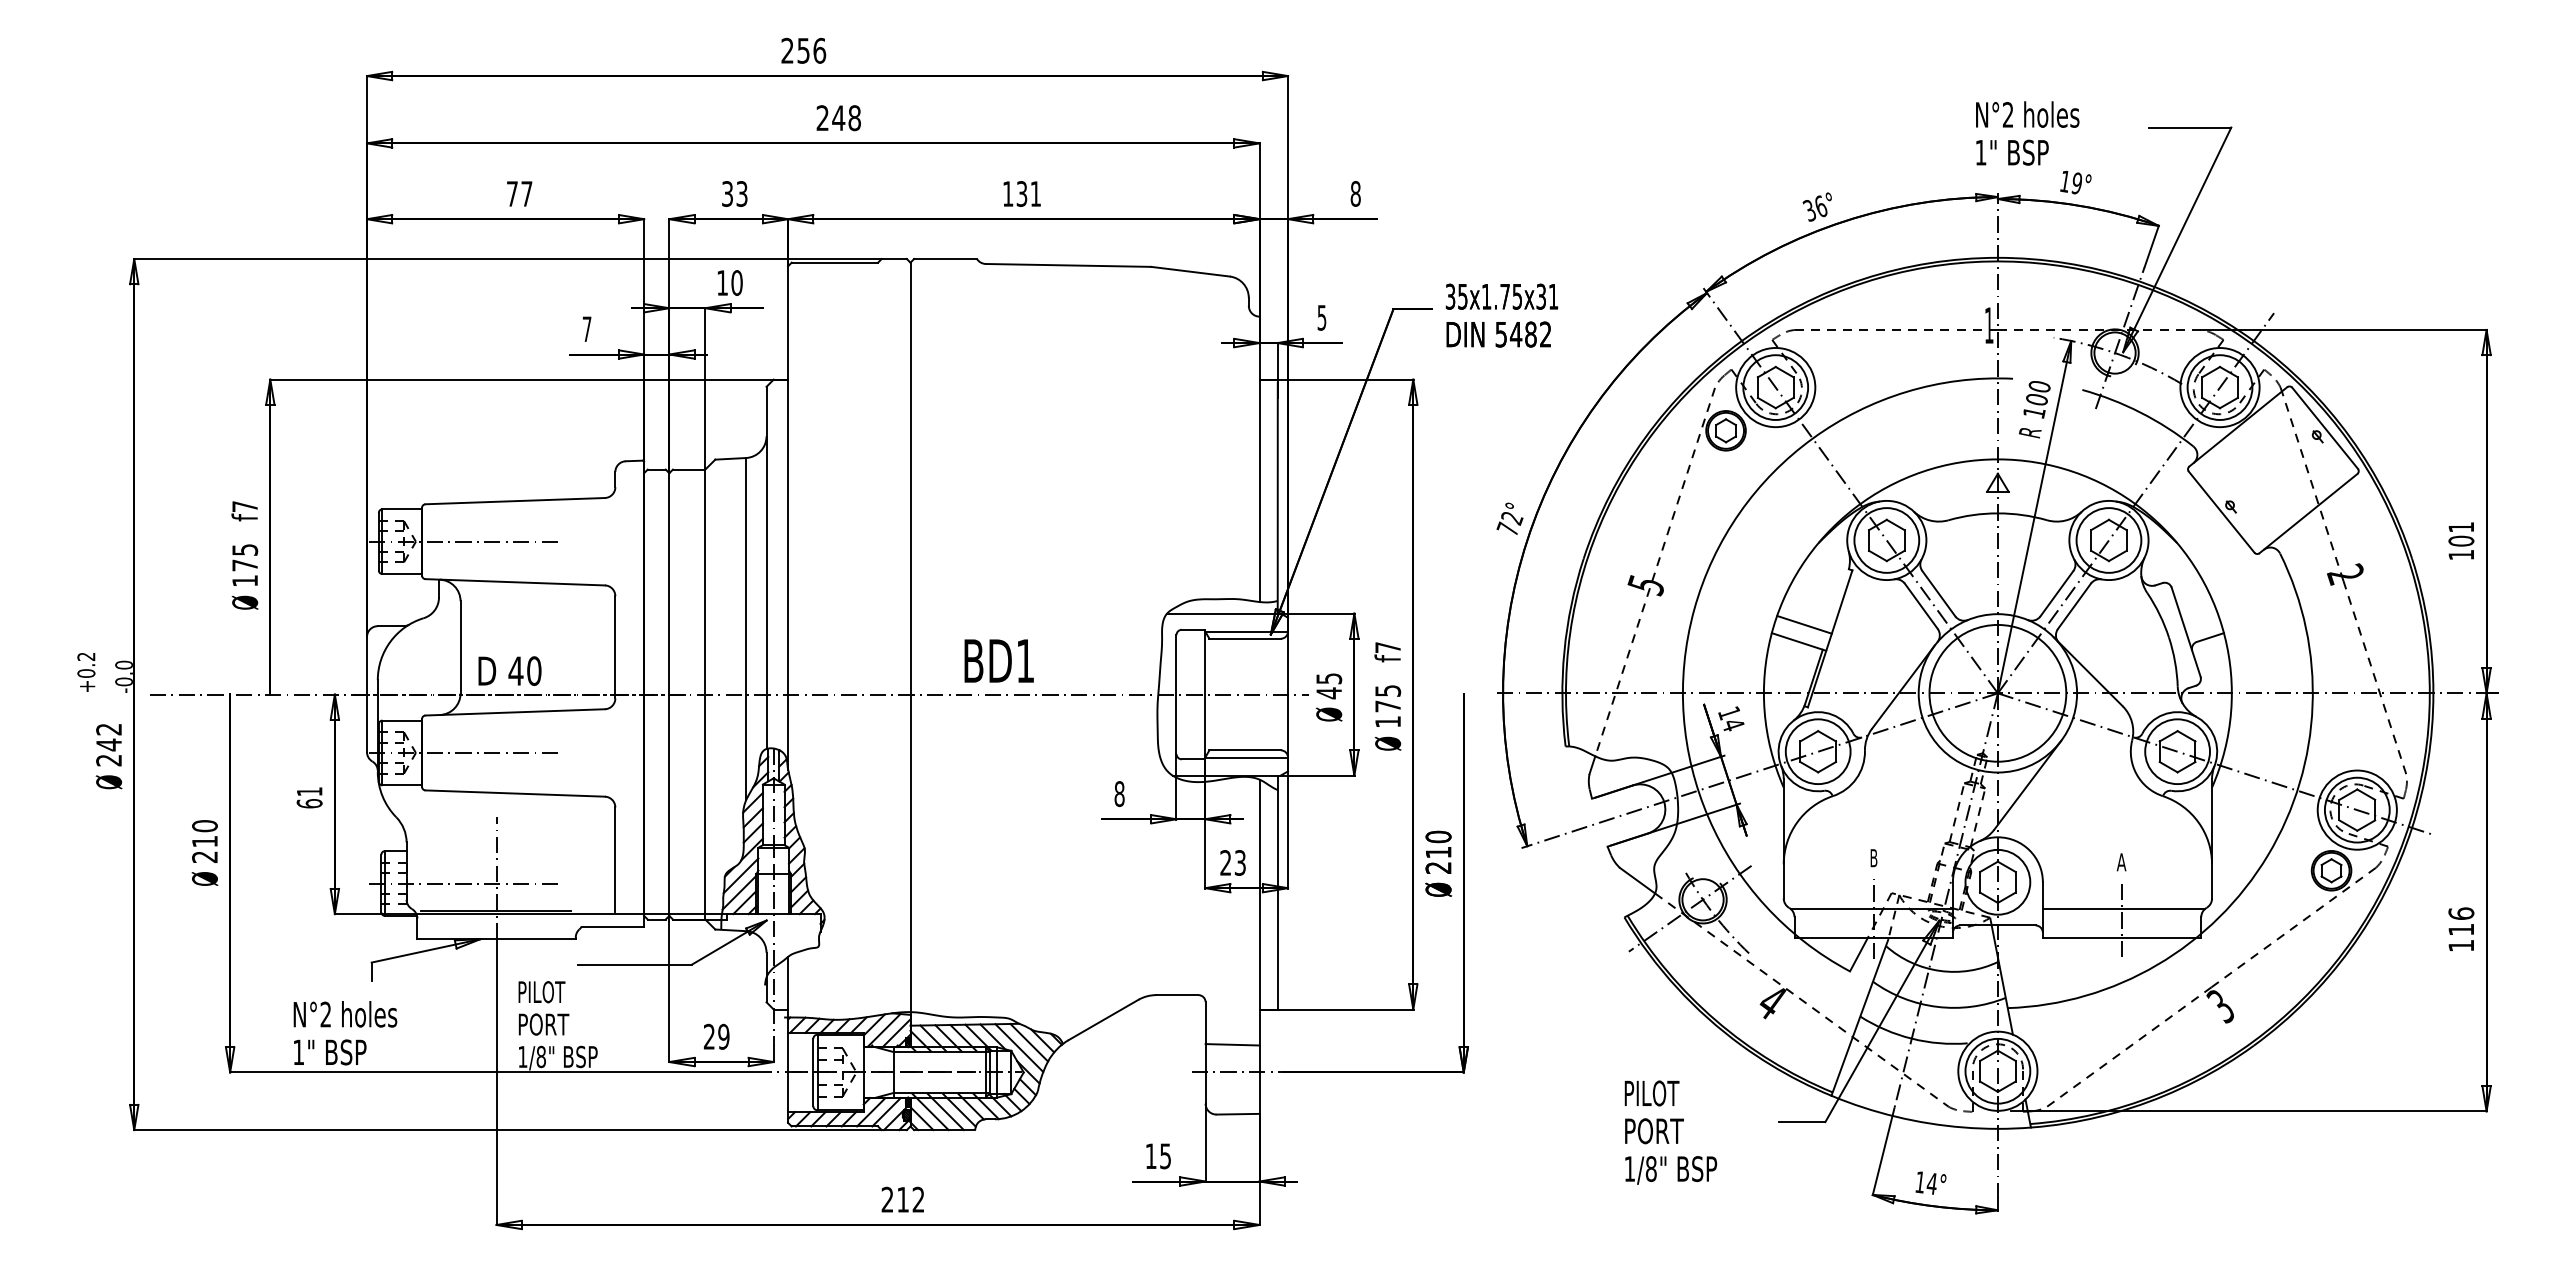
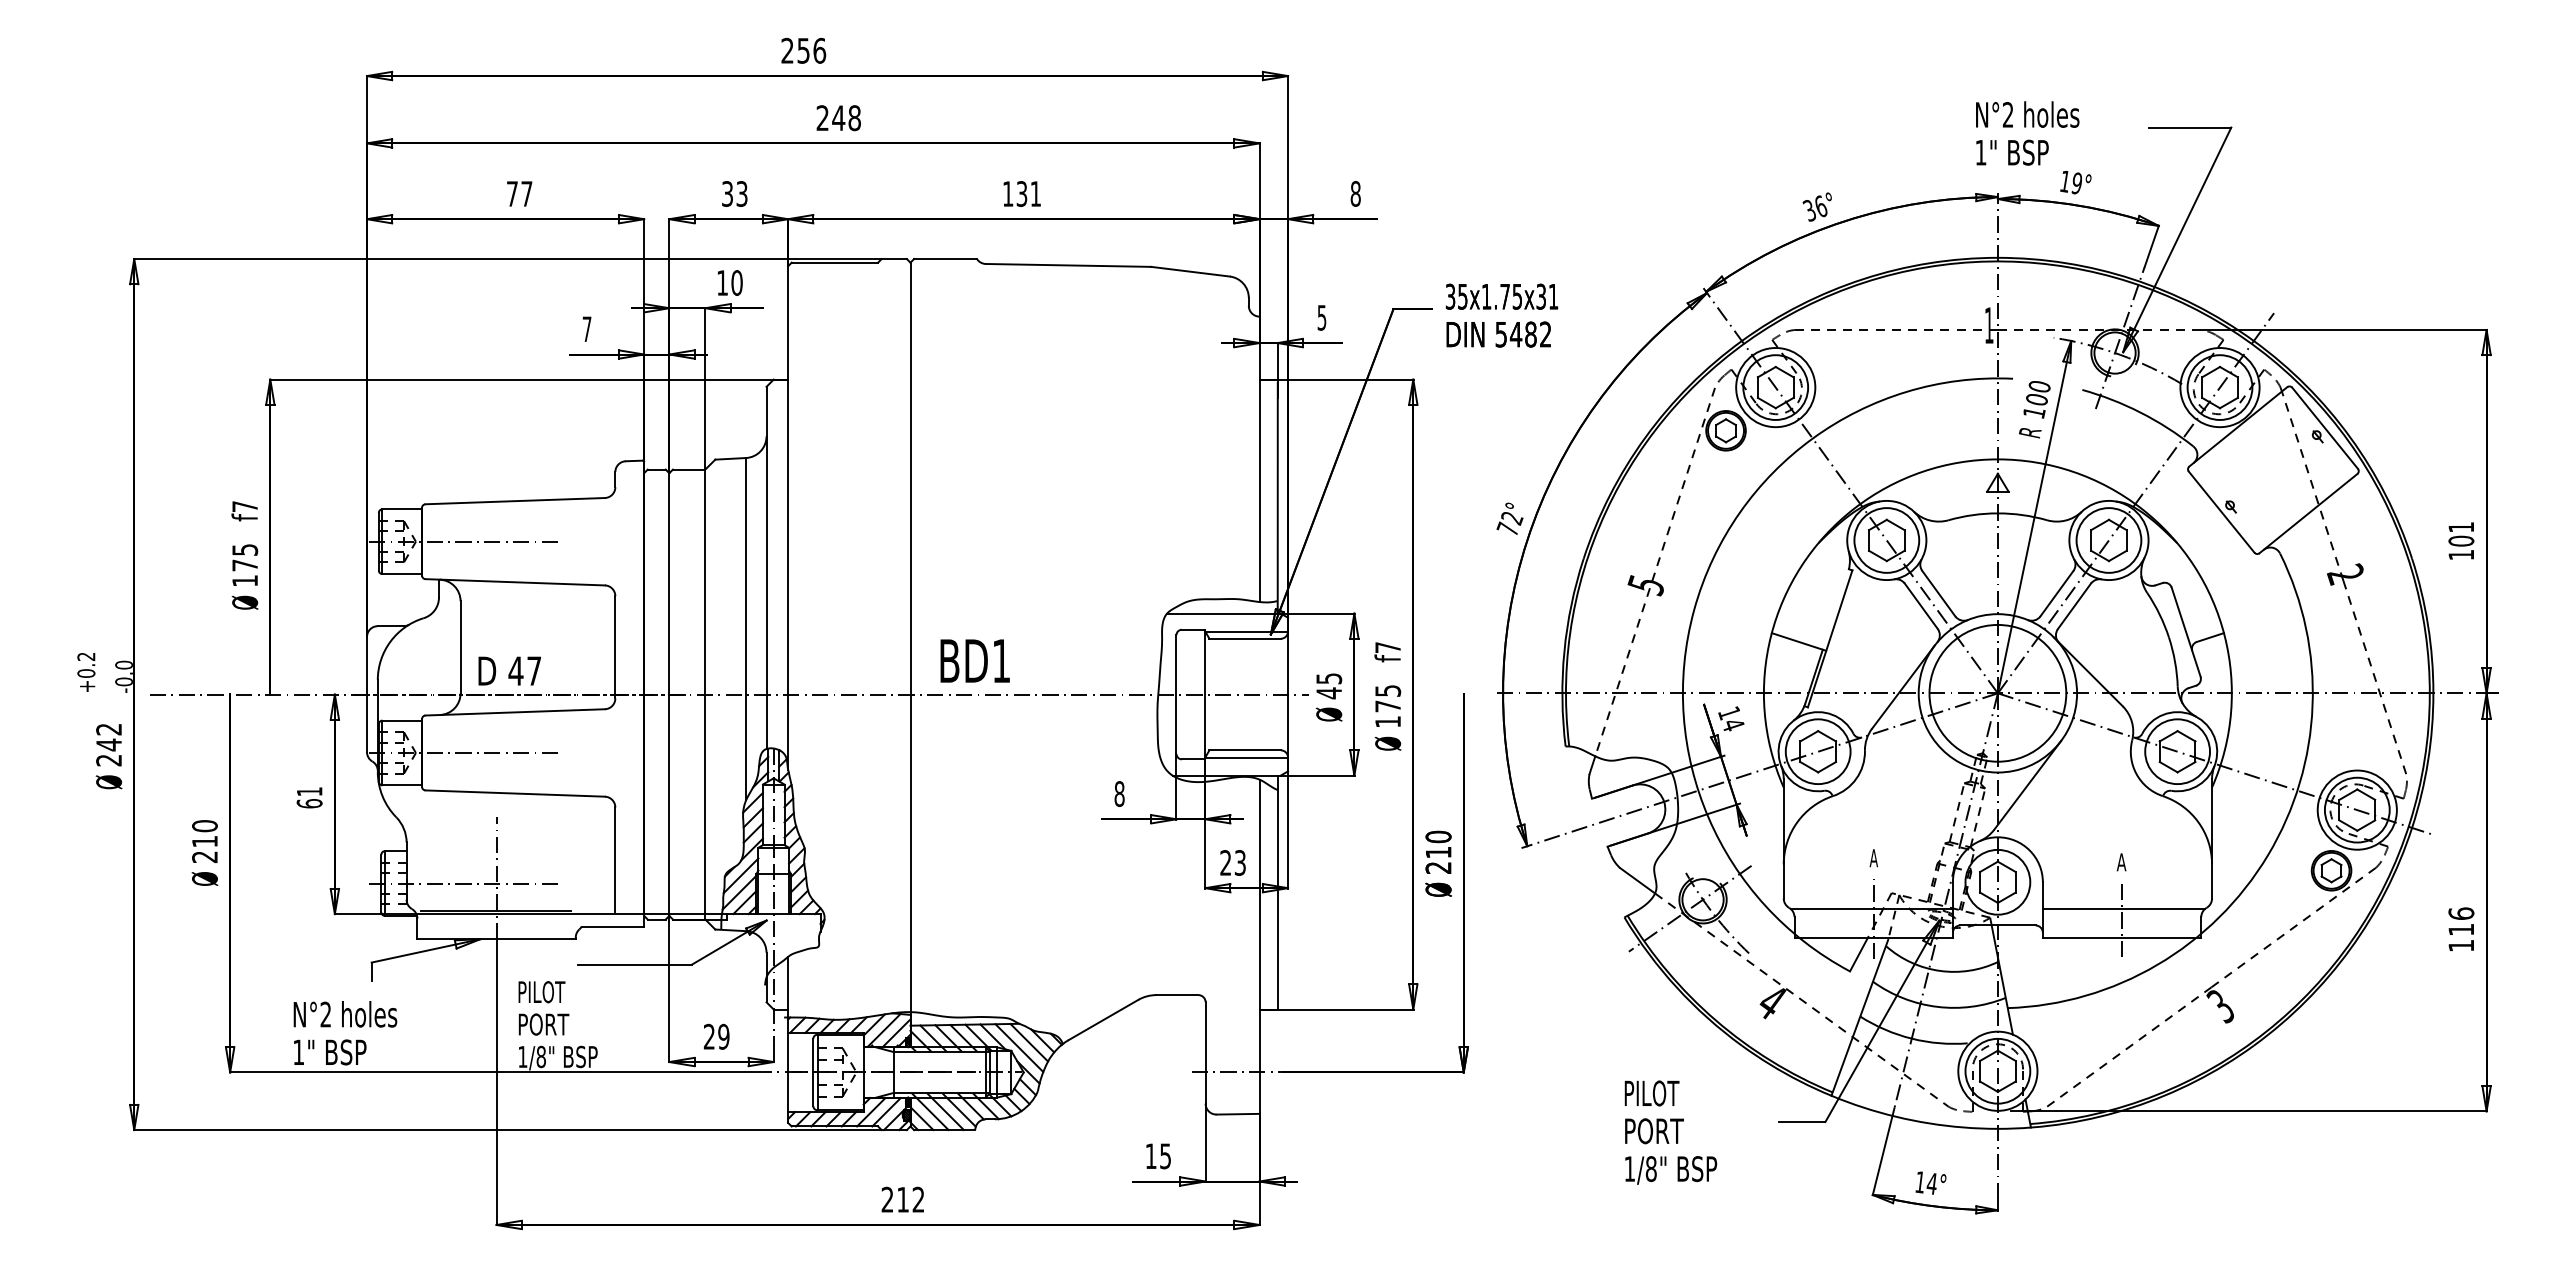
line at (1804, 624): present -> none
text at (998, 660) position: (998, 660) -> (974, 660)
text at (534, 670): 40 -> 47
text at (1873, 858): B -> A
line at (1232, 1044): present -> none
